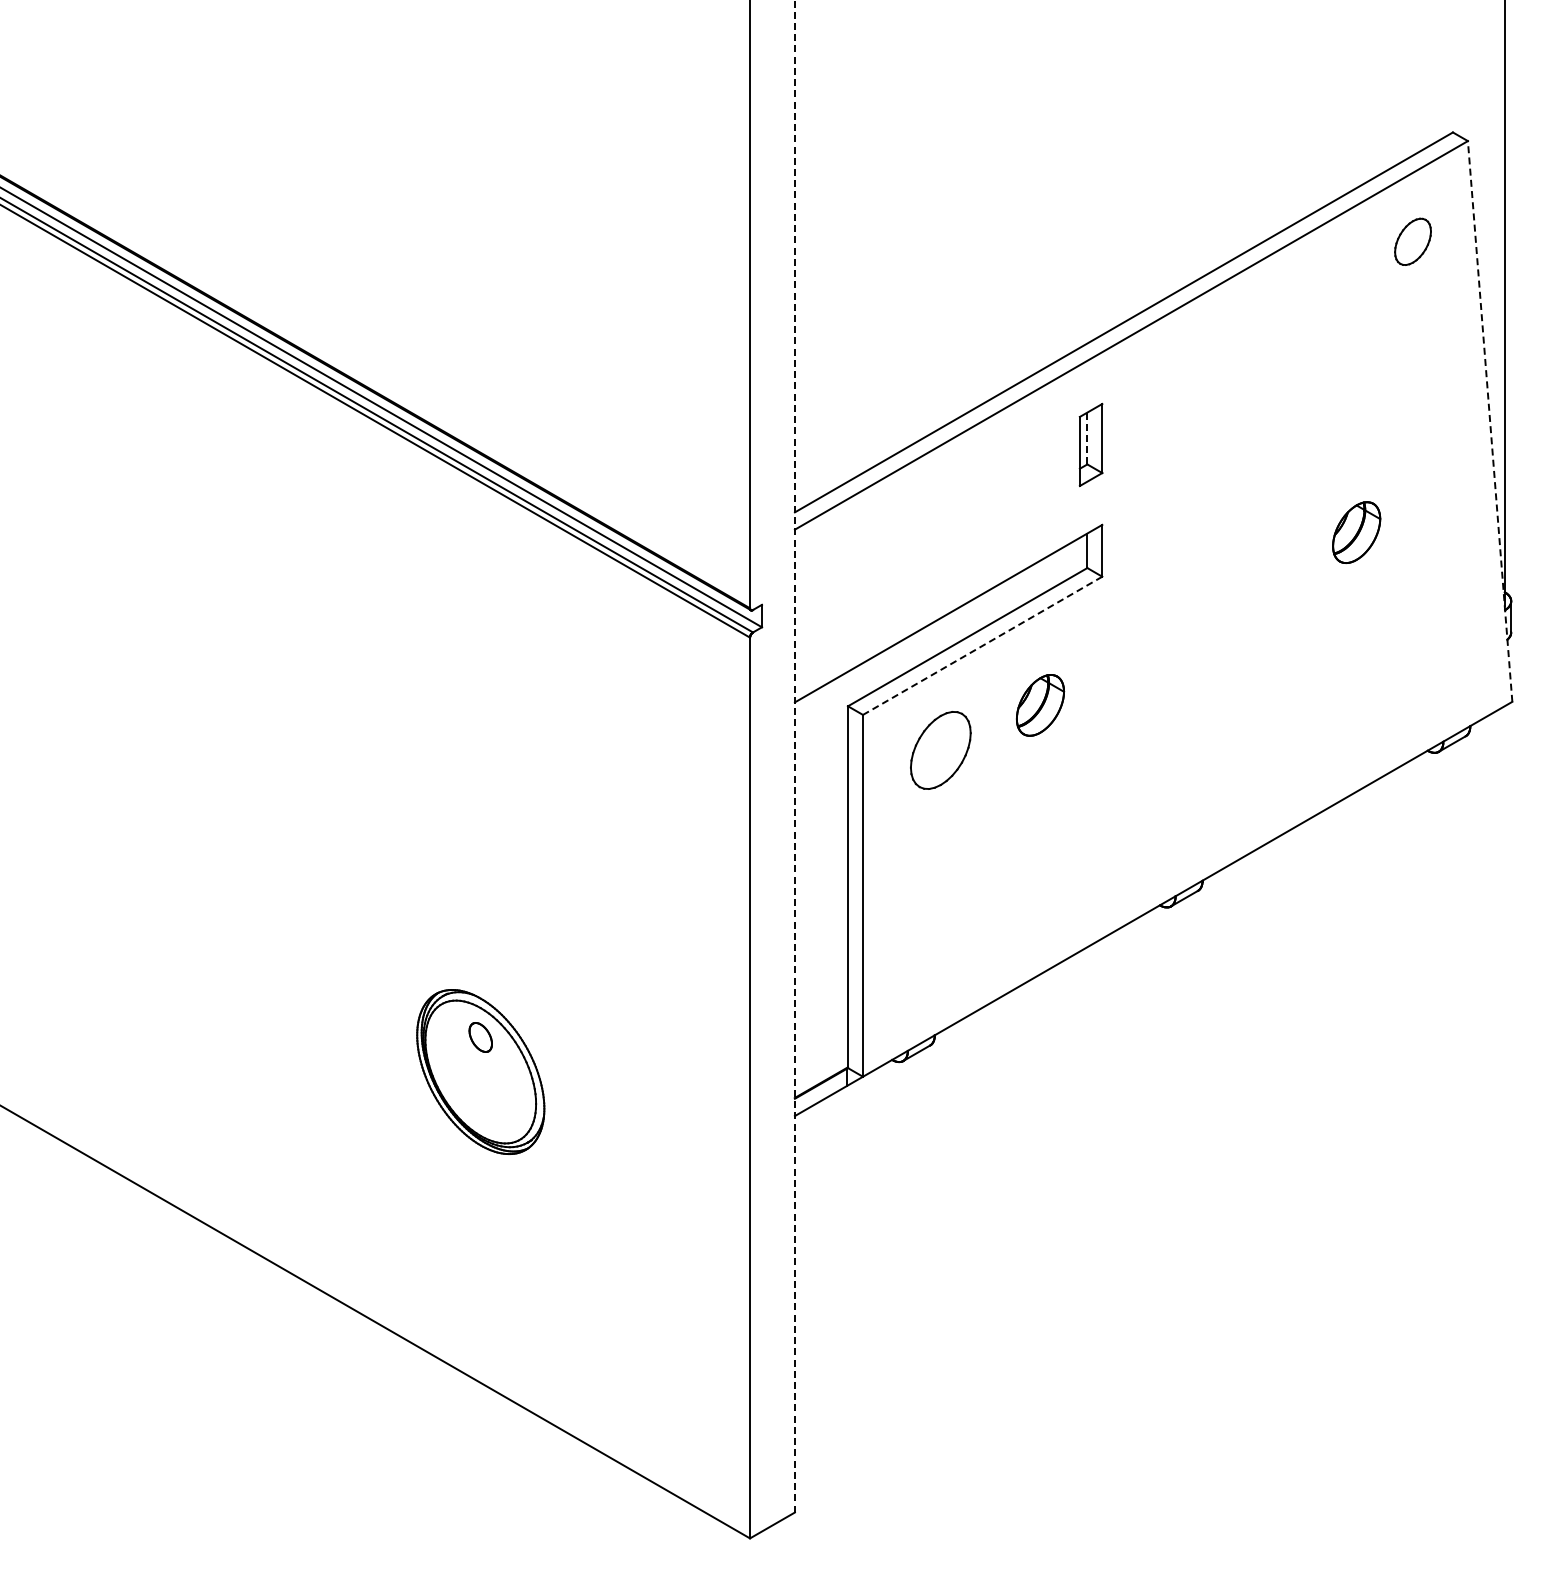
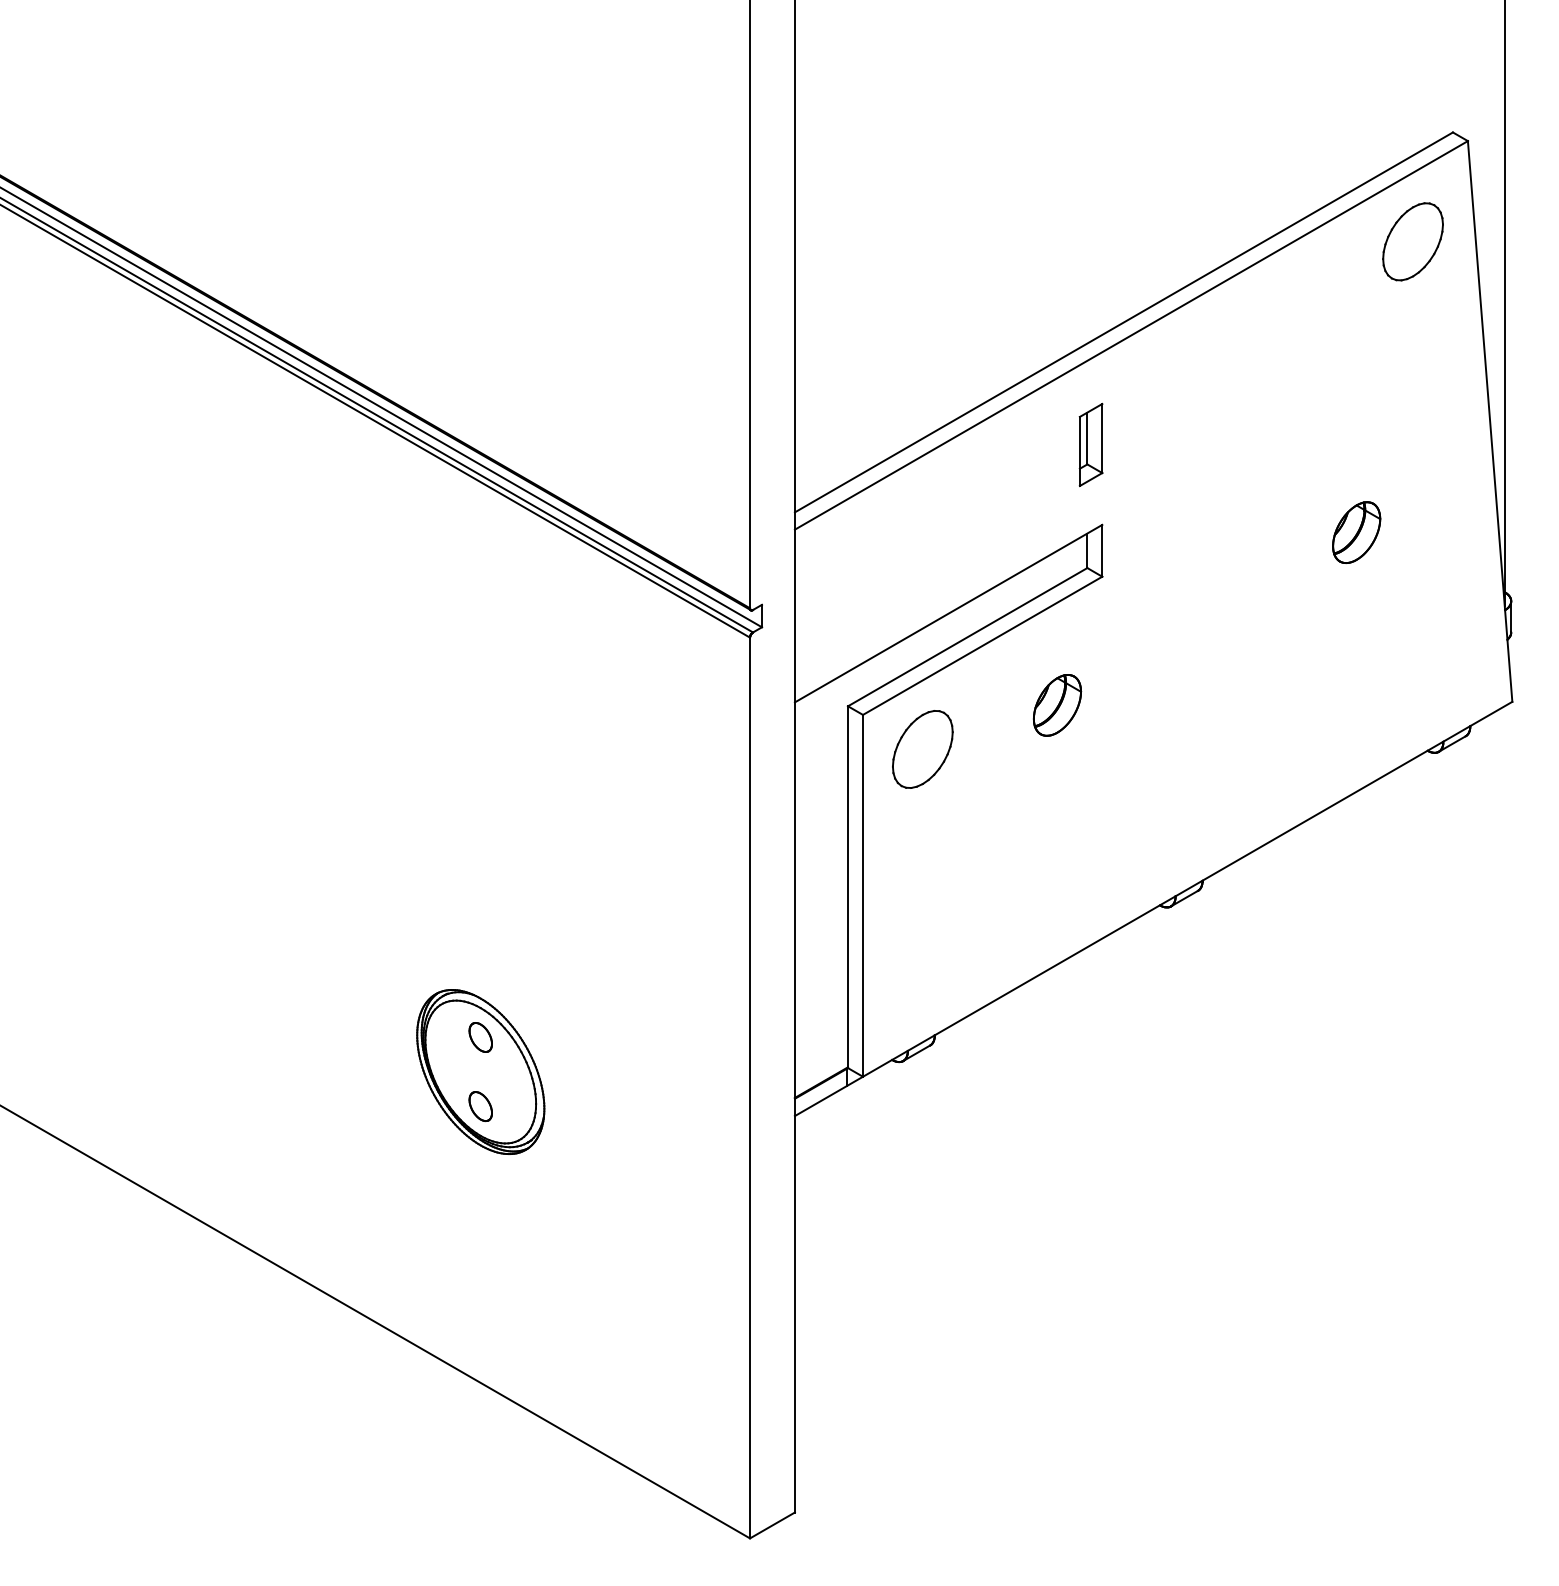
part at (1412, 241) size: 38x49 px -> 62x80 px
line at (1490, 420): dashed -> solid
line at (1087, 438): dashed -> solid
line at (982, 646): dashed -> solid
part at (1040, 705) position: (1040, 705) -> (1057, 705)
part at (940, 750) position: (940, 750) -> (922, 749)
line at (794, 755): dashed -> solid
part at (480, 1106): none -> present
